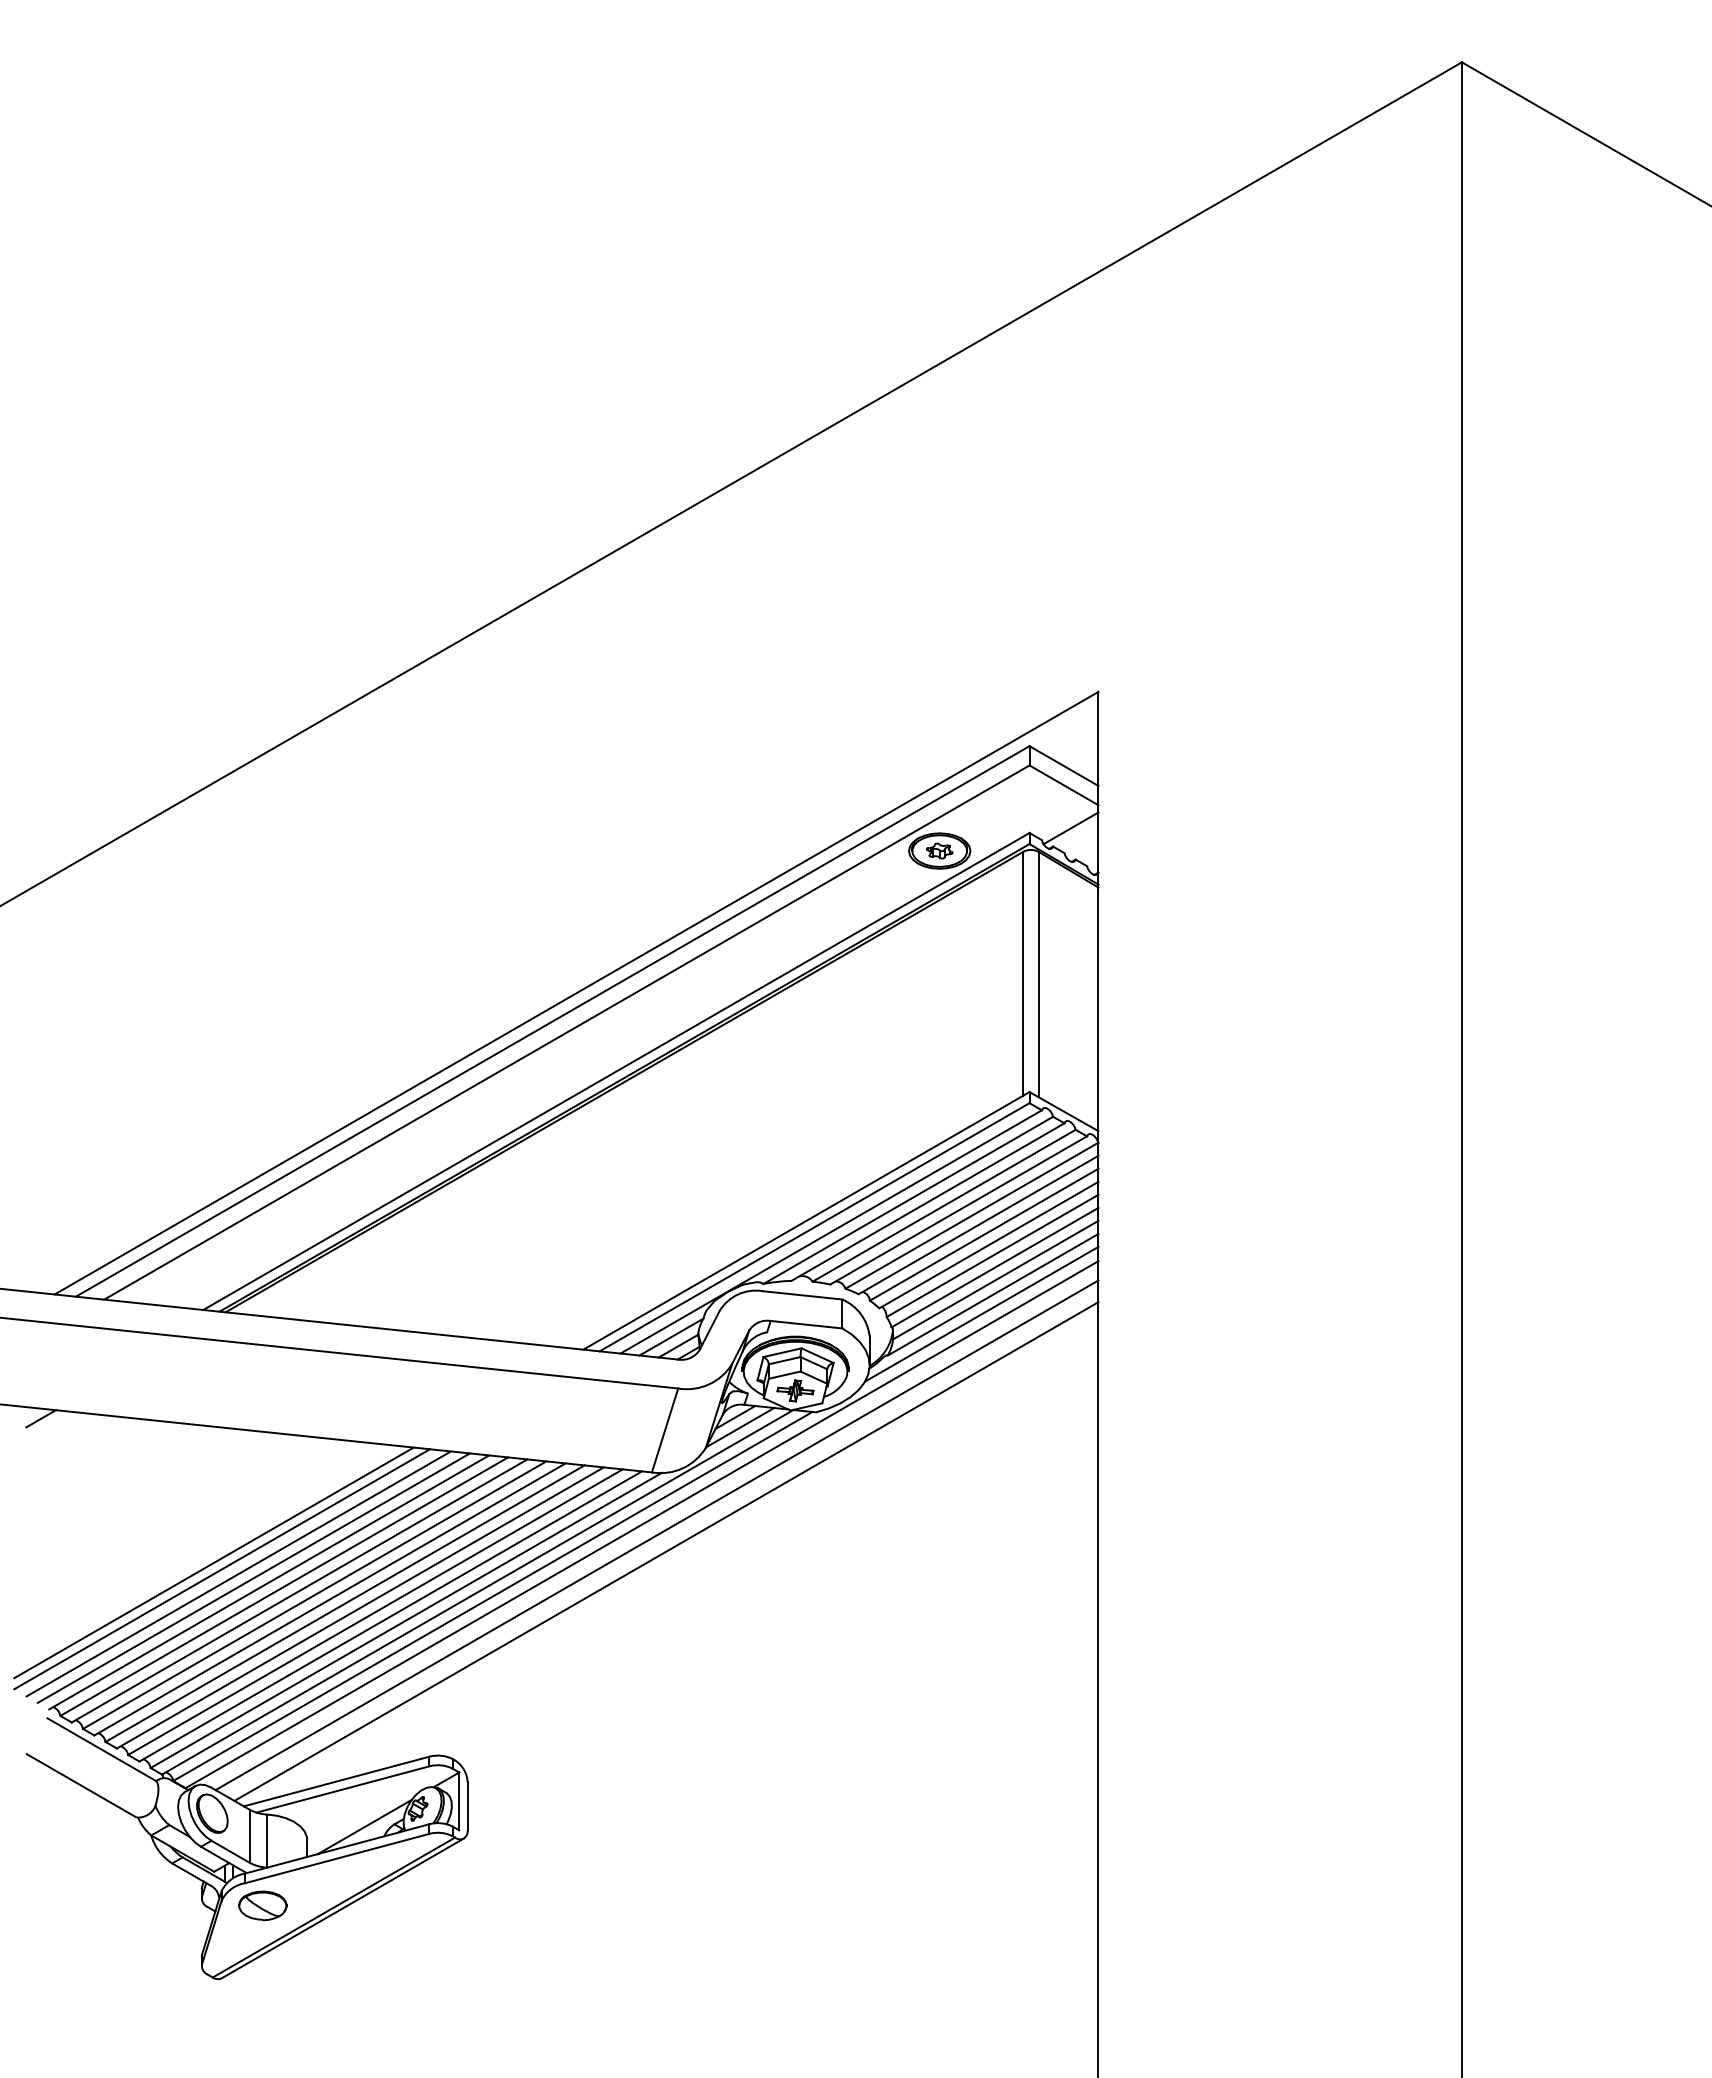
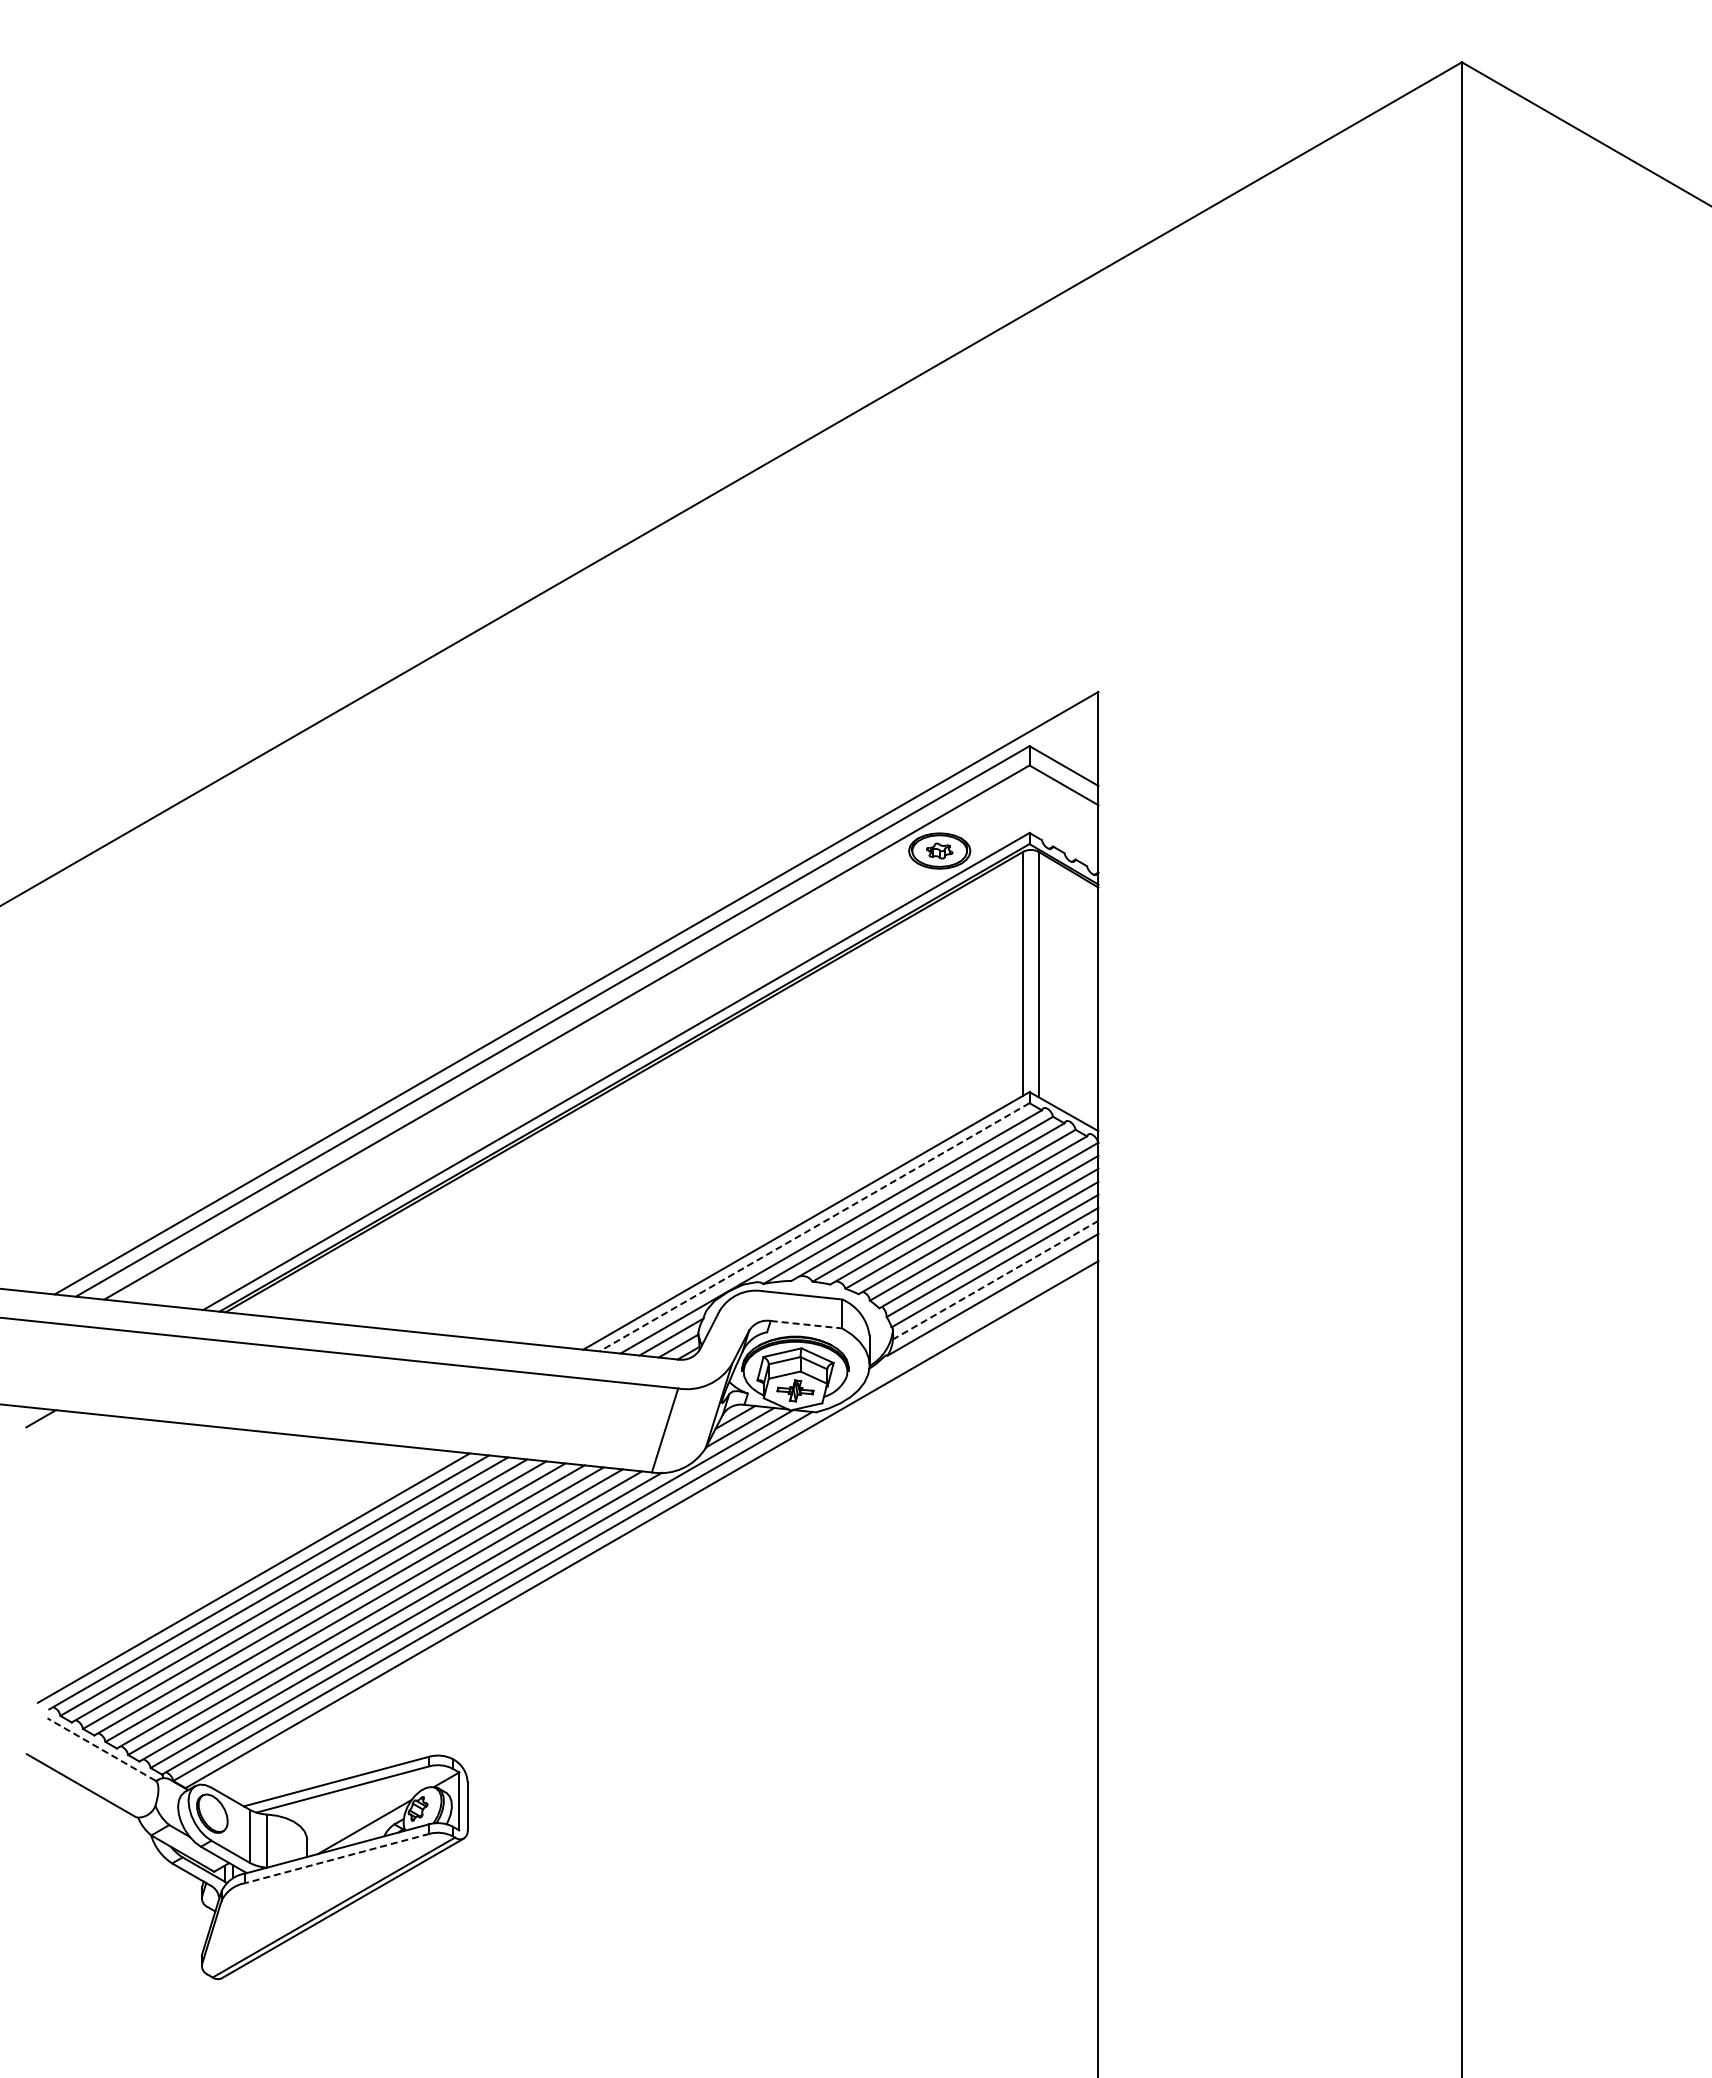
line at (1070, 828): present -> none
line at (814, 1227): solid -> dashed
line at (995, 1280): solid -> dashed
line at (981, 1313): present -> none
line at (807, 1324): solid -> dashed
line at (656, 1535): present -> none
line at (666, 1551): present -> none
line at (213, 1562): present -> none
line at (222, 1569): present -> none
line at (238, 1573): present -> none
line at (101, 1749): solid -> dashed
line at (336, 1858): solid -> dashed
part at (262, 1905): present -> none
